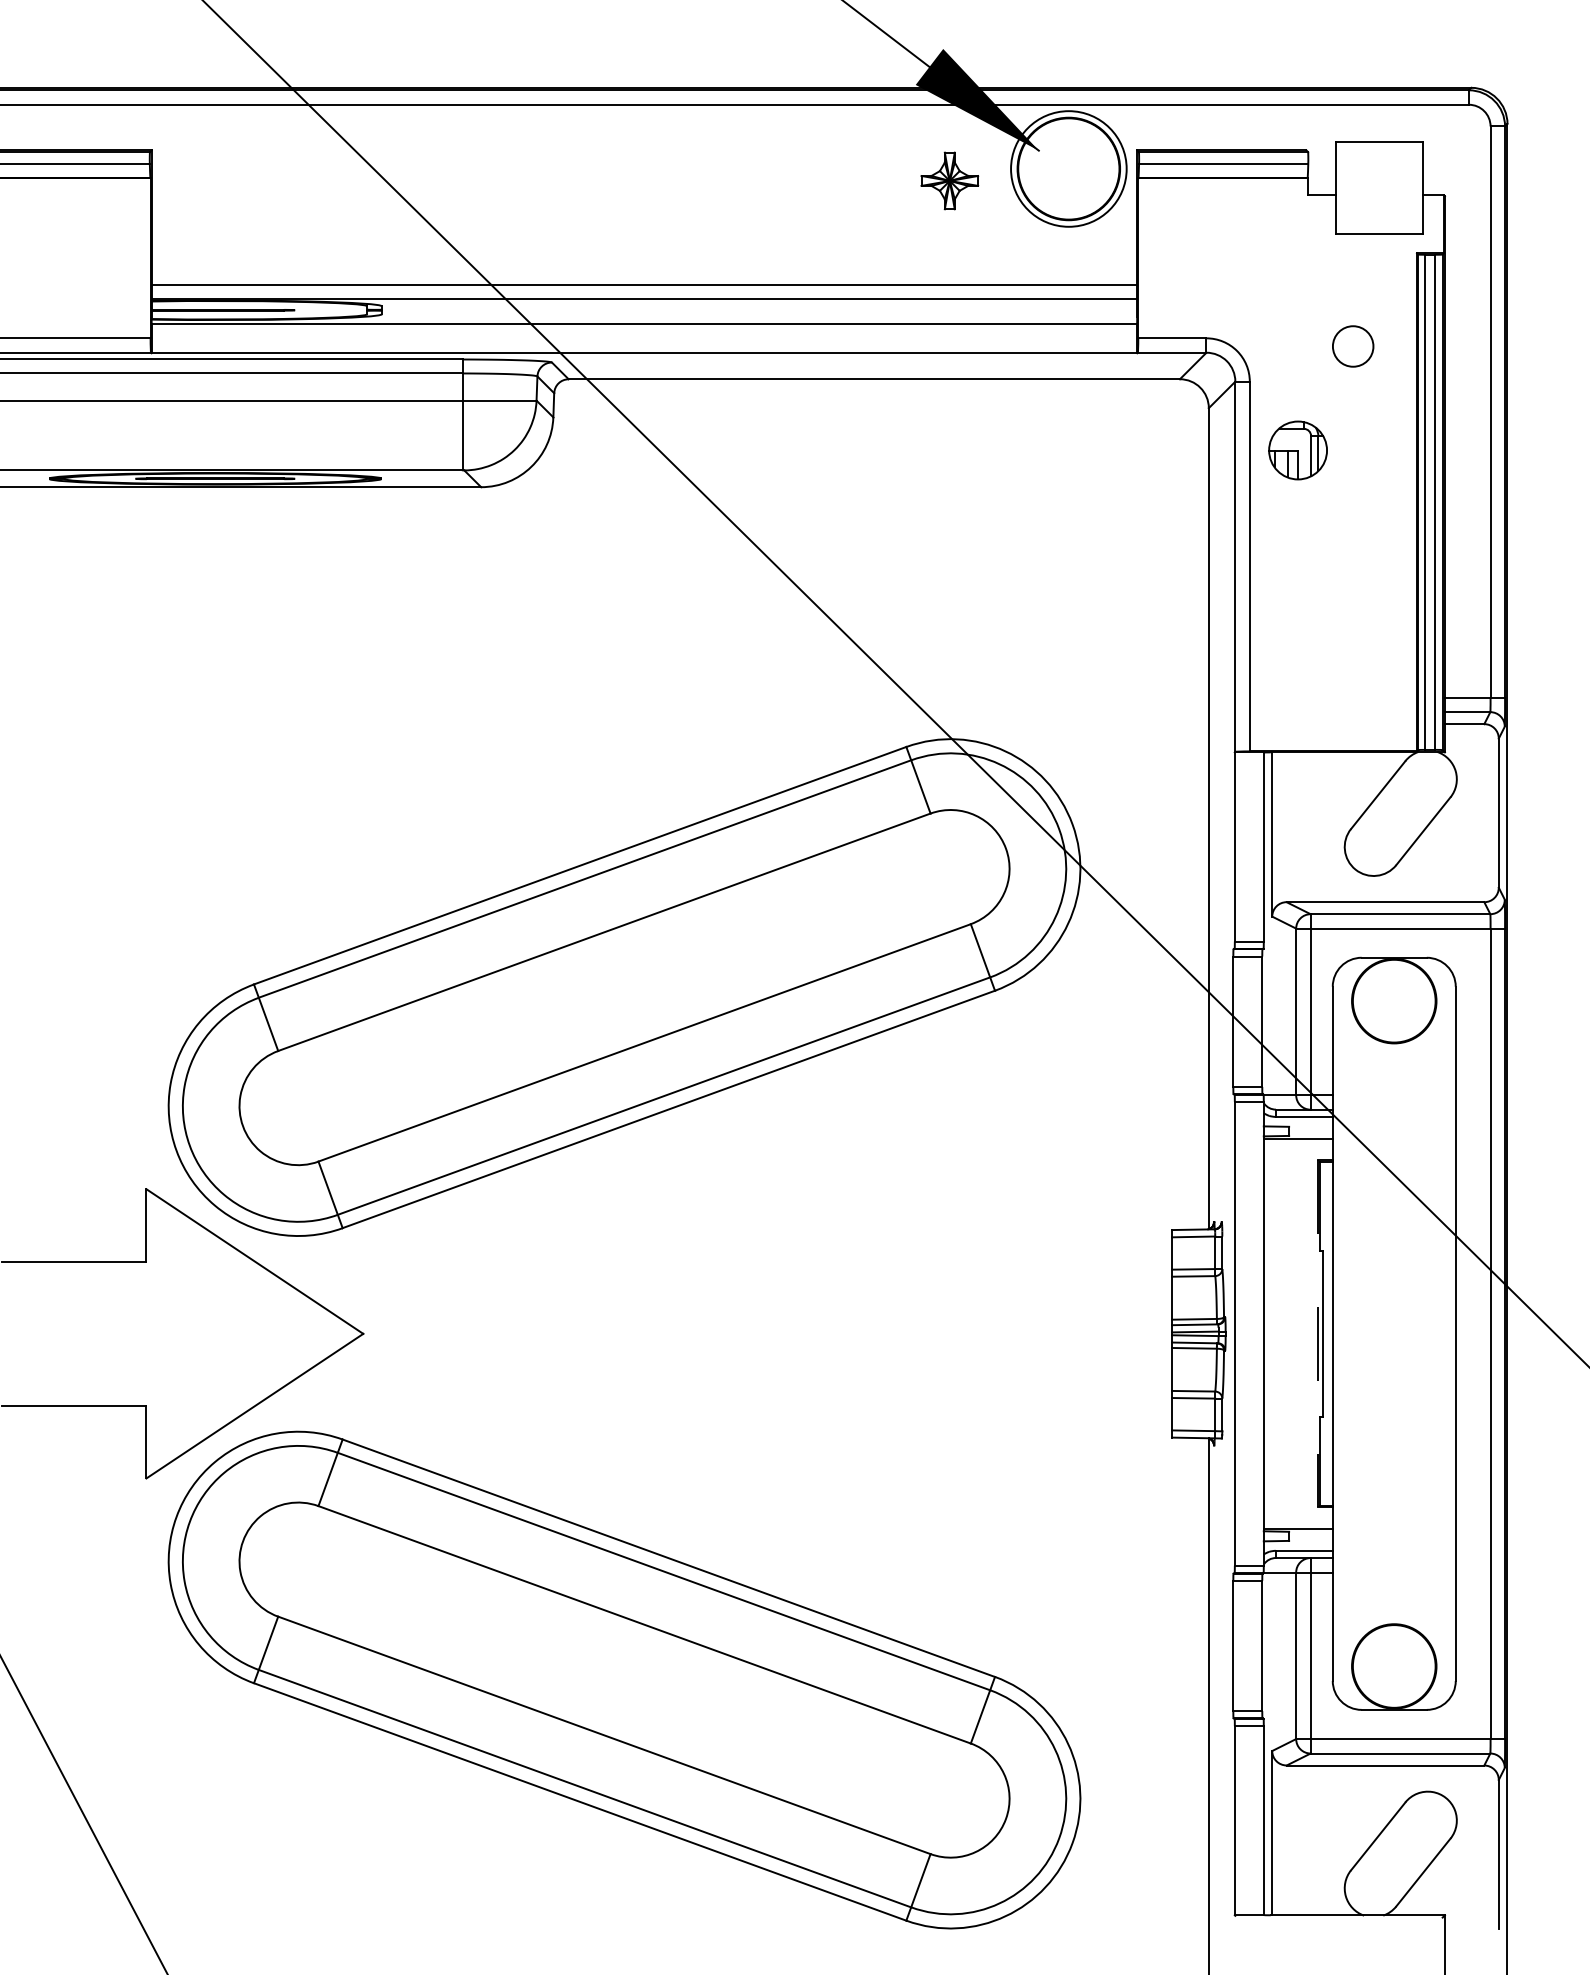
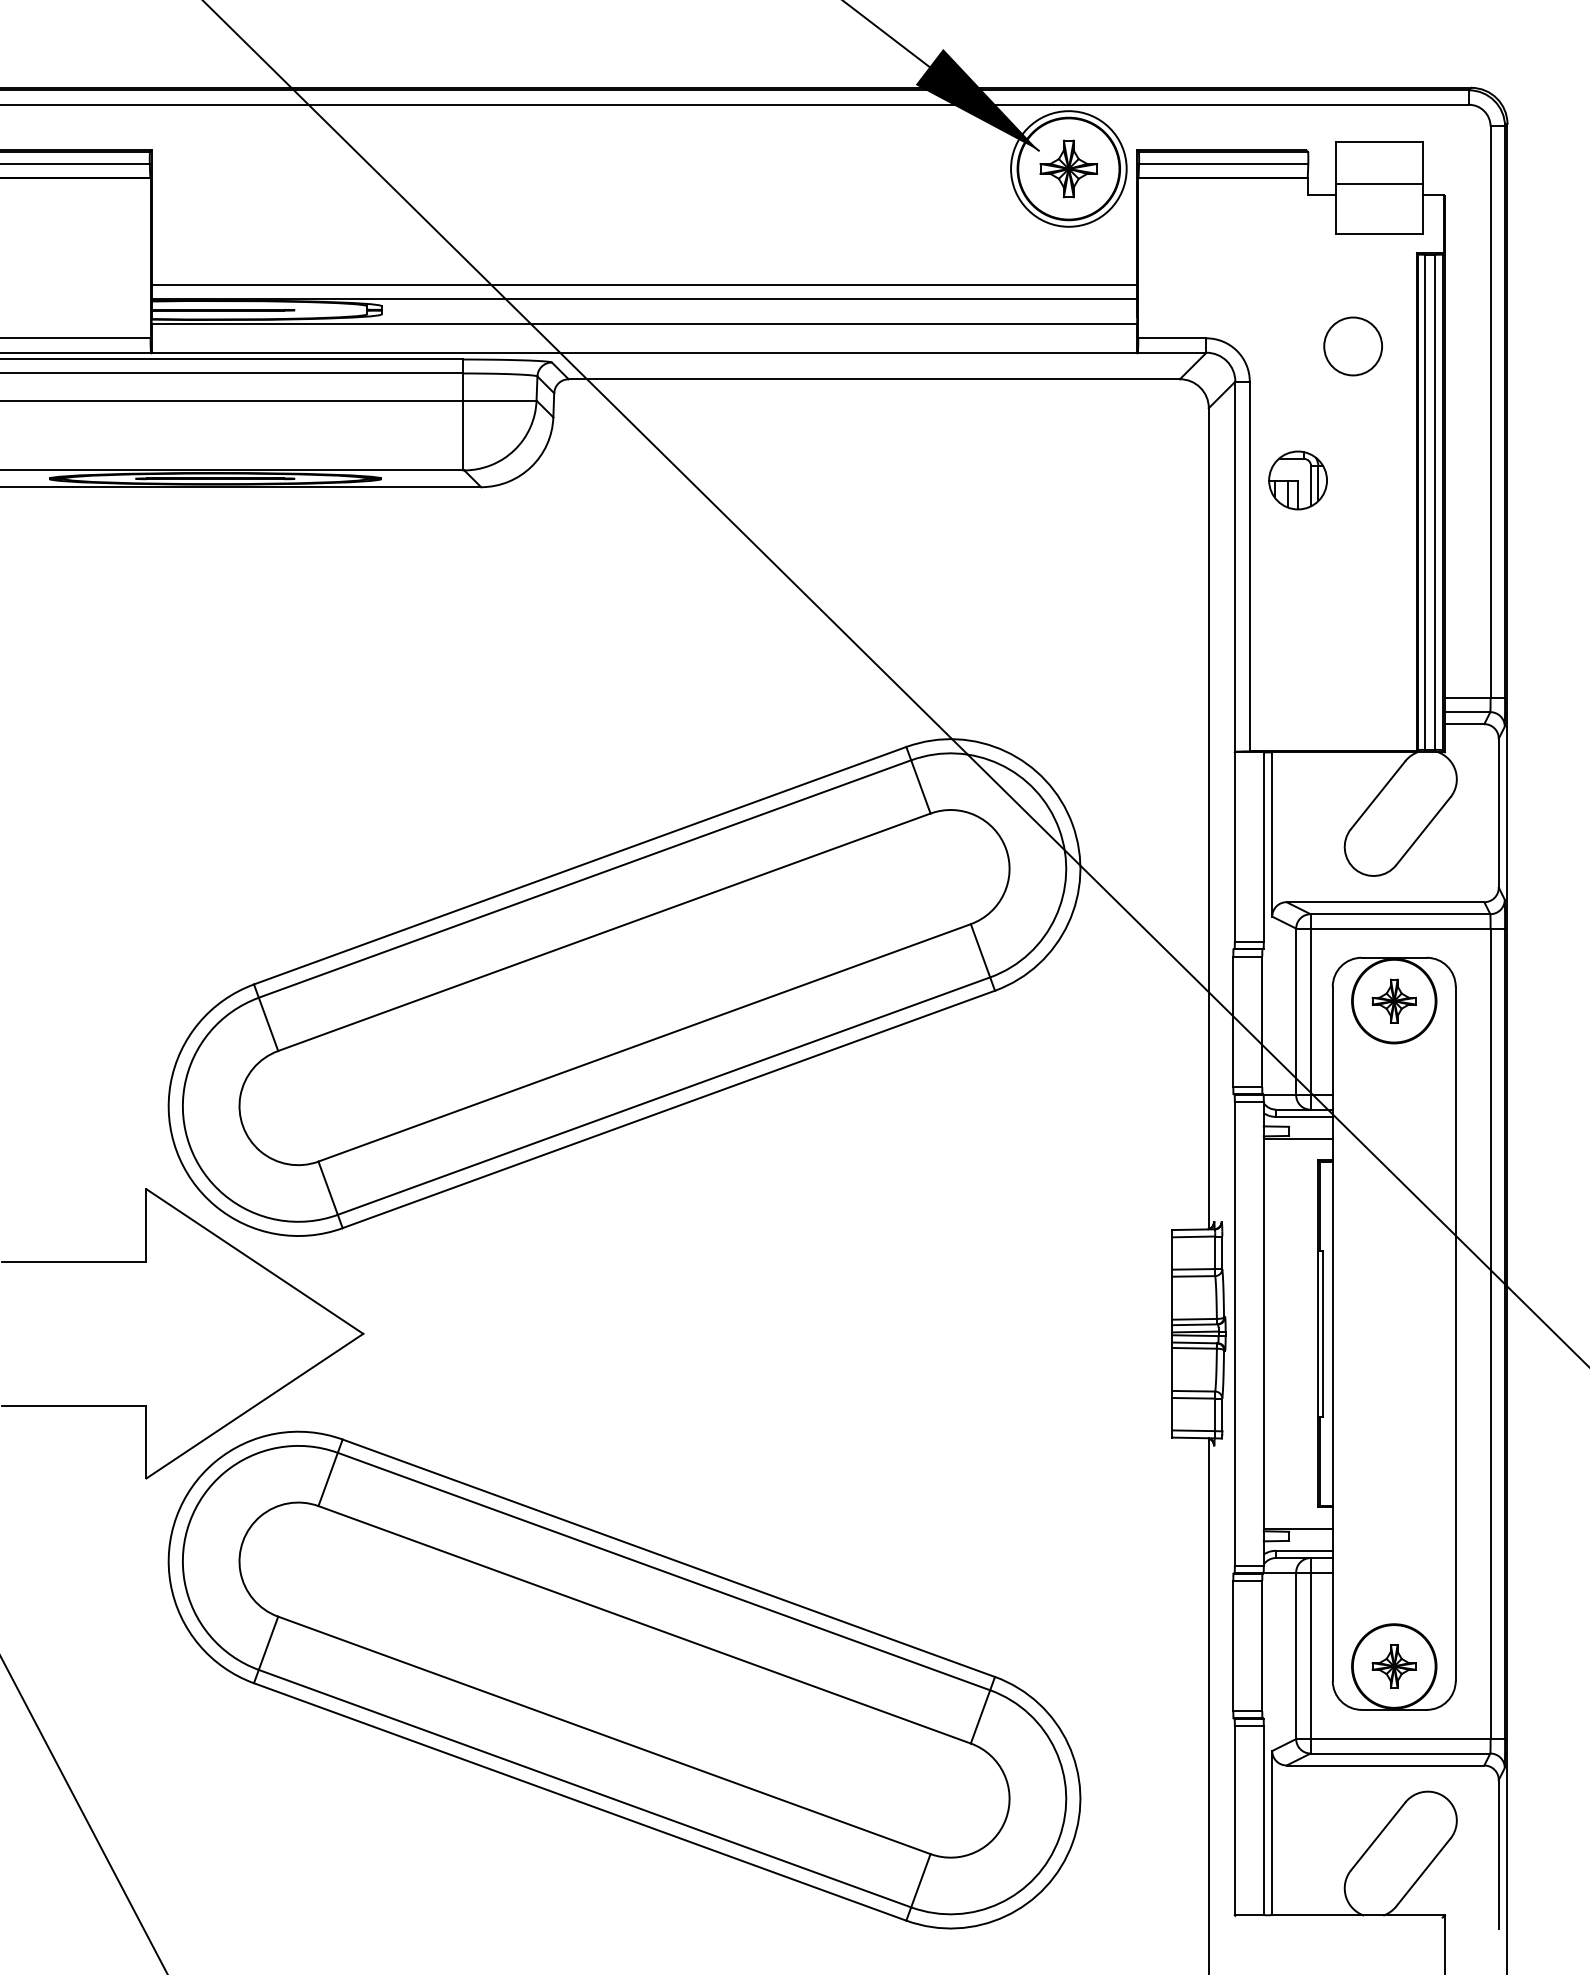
part at (949, 180) position: (949, 180) -> (1068, 168)
line at (1379, 184): none -> present
circle at (1352, 346) diameter: 41 px -> 58 px
part at (1297, 450) position: (1297, 450) -> (1297, 480)
part at (1393, 1000): none -> present
line at (1318, 1333): dashed -> solid
part at (1393, 1666): none -> present
